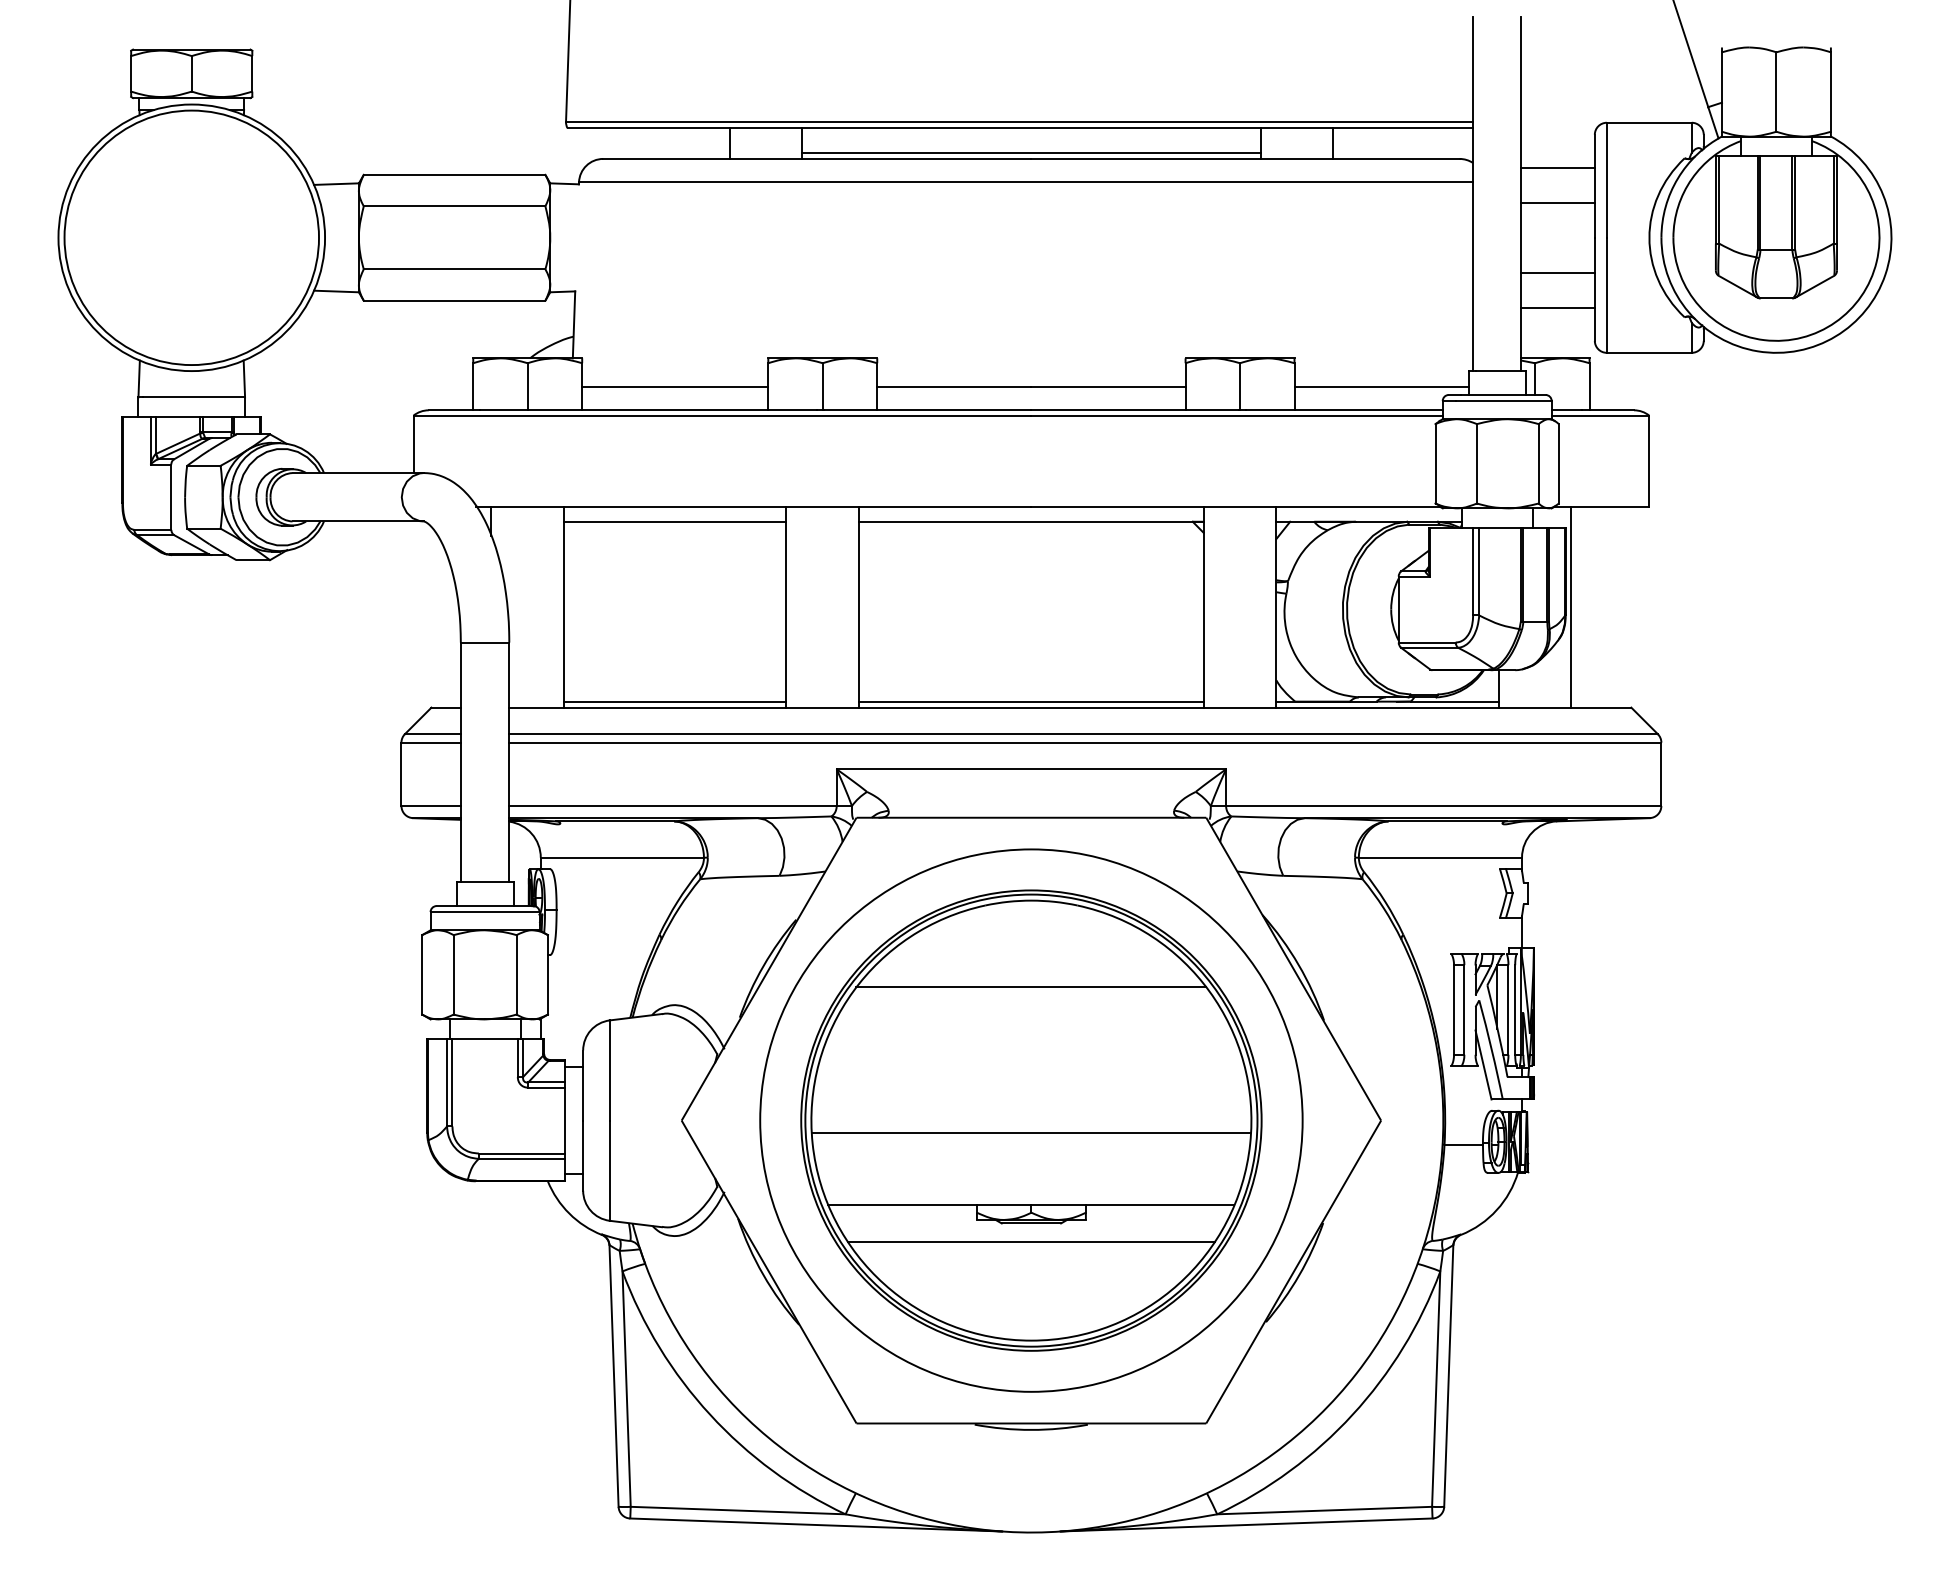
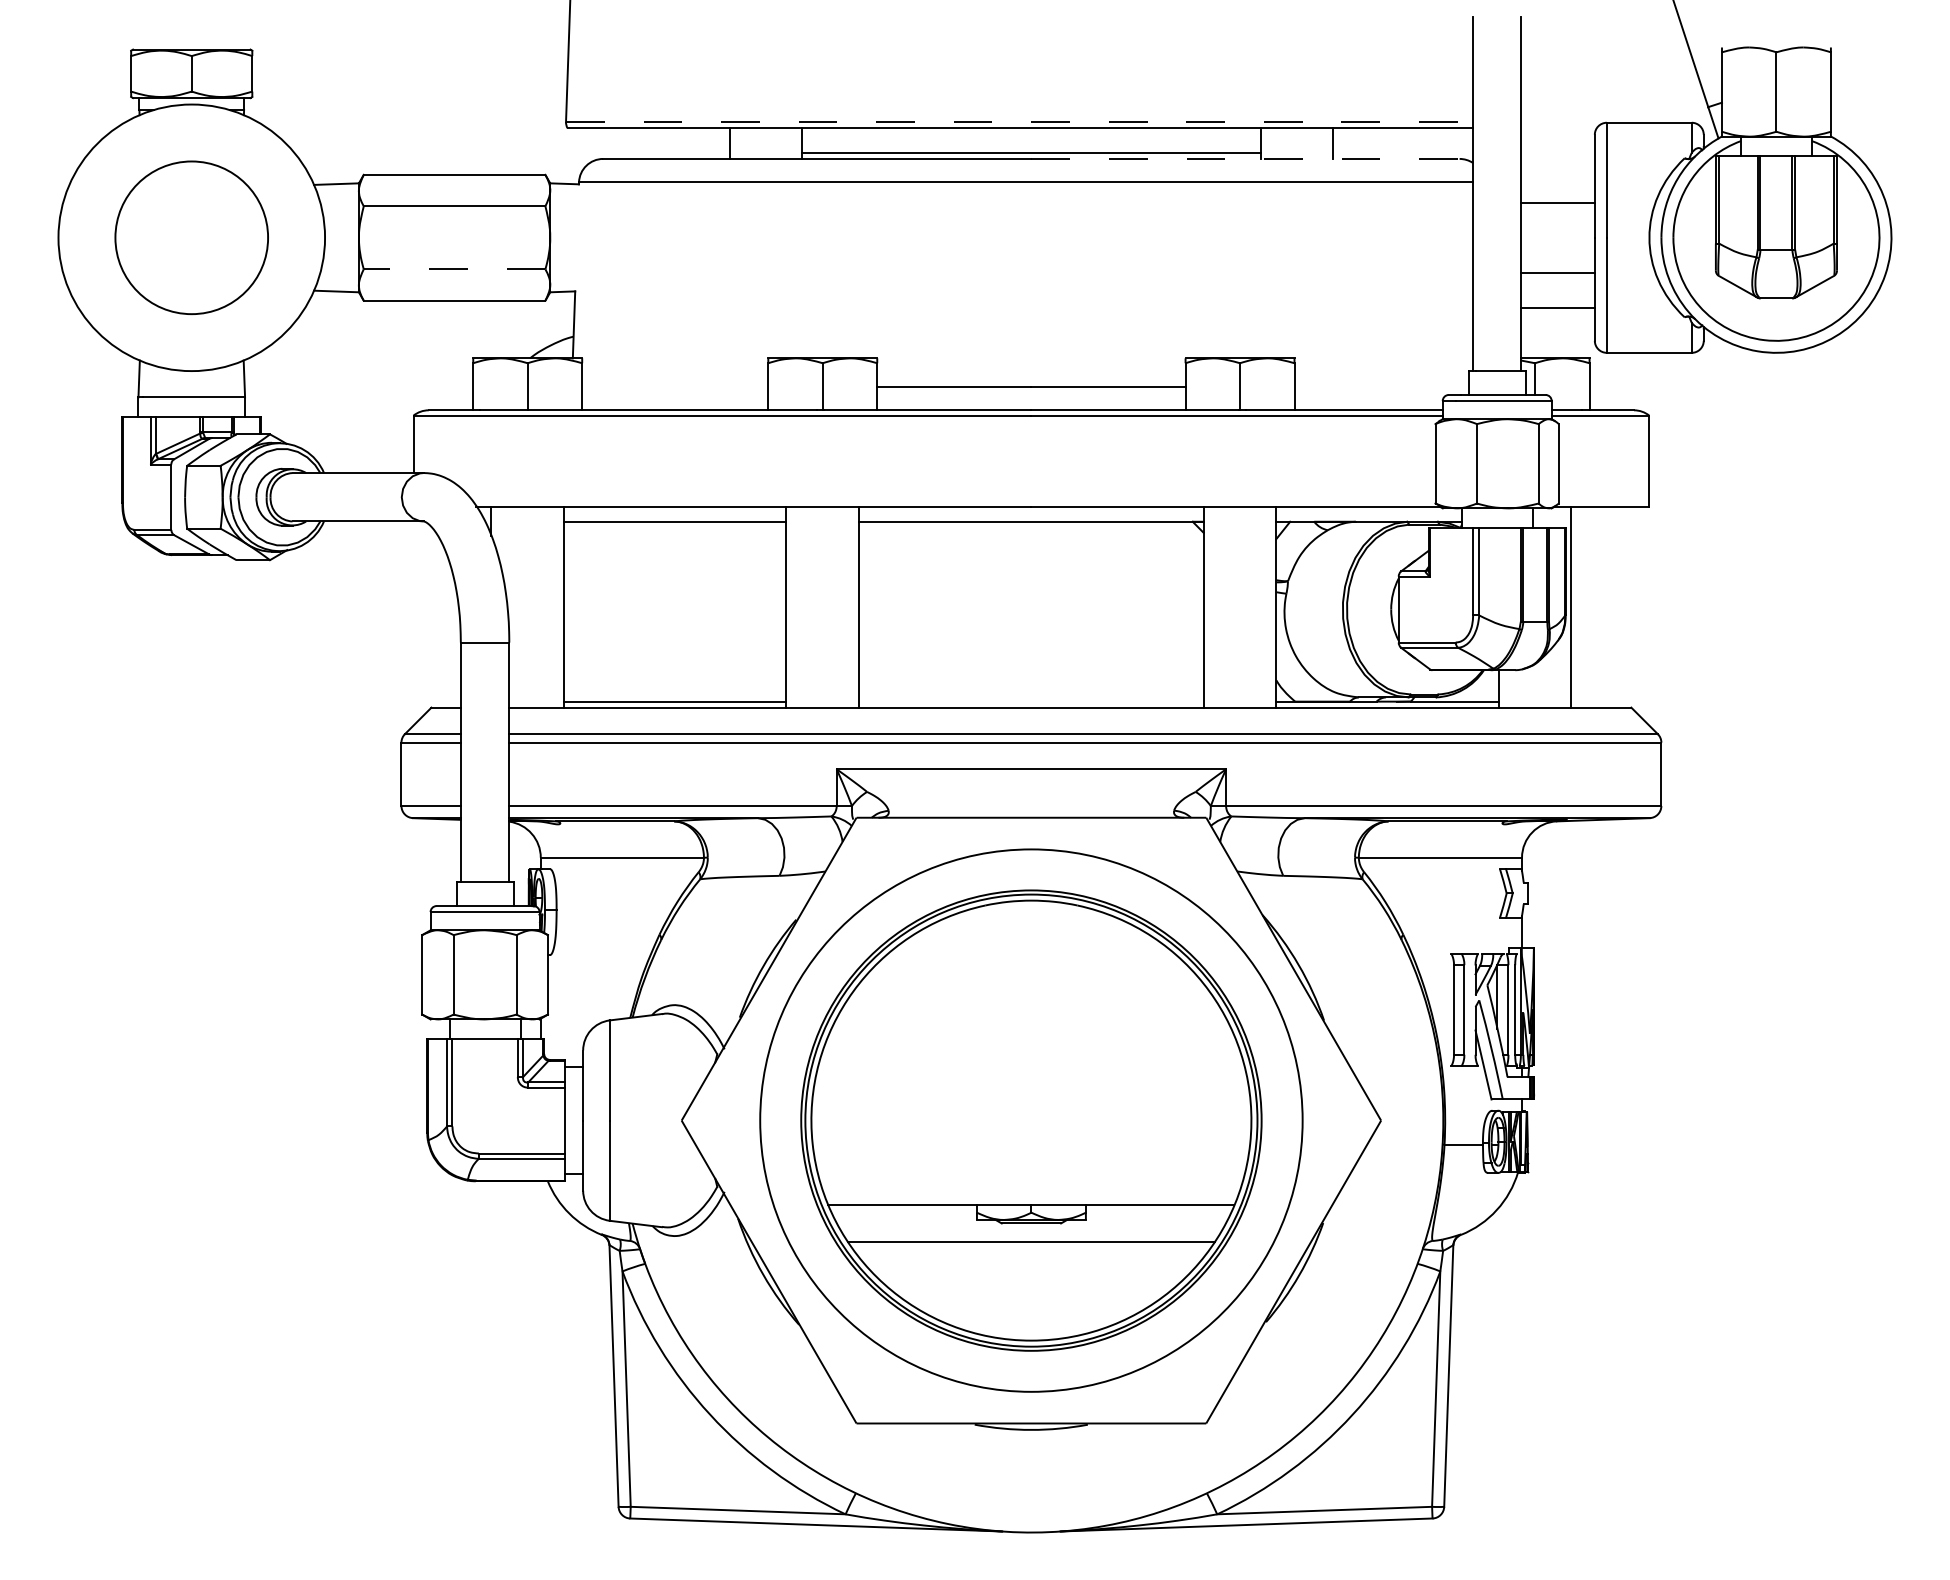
line at (1020, 121): solid -> dashed
line at (1246, 158): solid -> dashed
line at (1557, 167): present -> none
circle at (191, 237) diameter: 254 px -> 153 px
line at (454, 269): solid -> dashed
line at (675, 386): present -> none
line at (1381, 386): present -> none
line at (1031, 701): present -> none
line at (1031, 987): present -> none
line at (1031, 1132): present -> none
